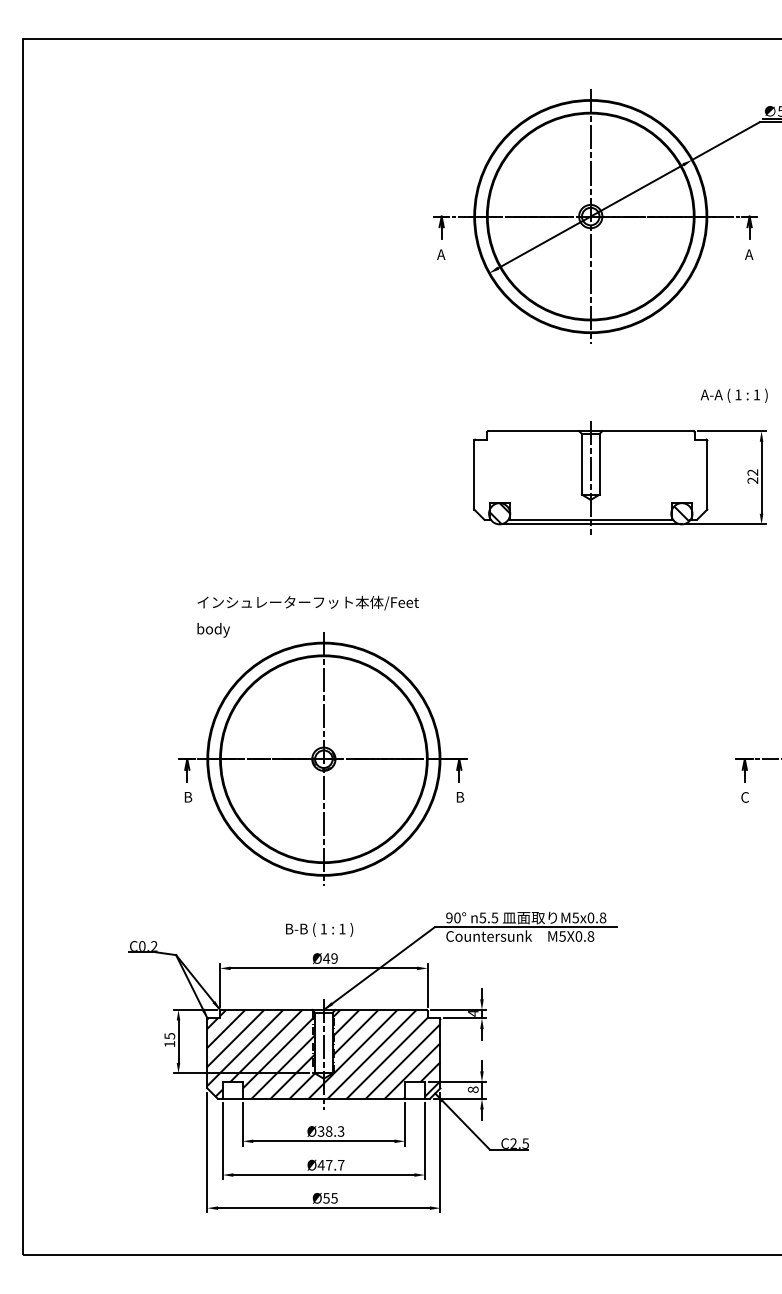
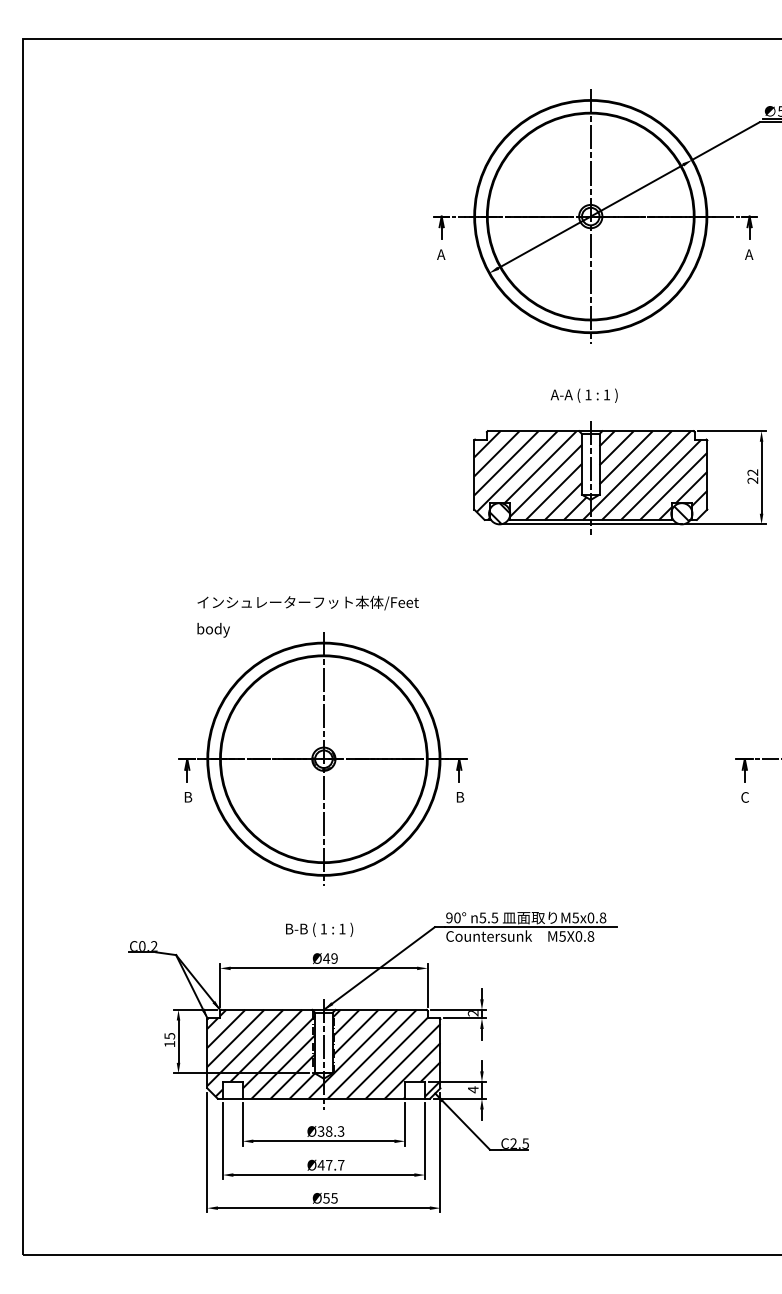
text at (733, 395) position: (733, 395) -> (583, 395)
hatch at (590, 475): none -> present
text at (472, 1013): 4 -> 2
text at (472, 1089): 8 -> 4
